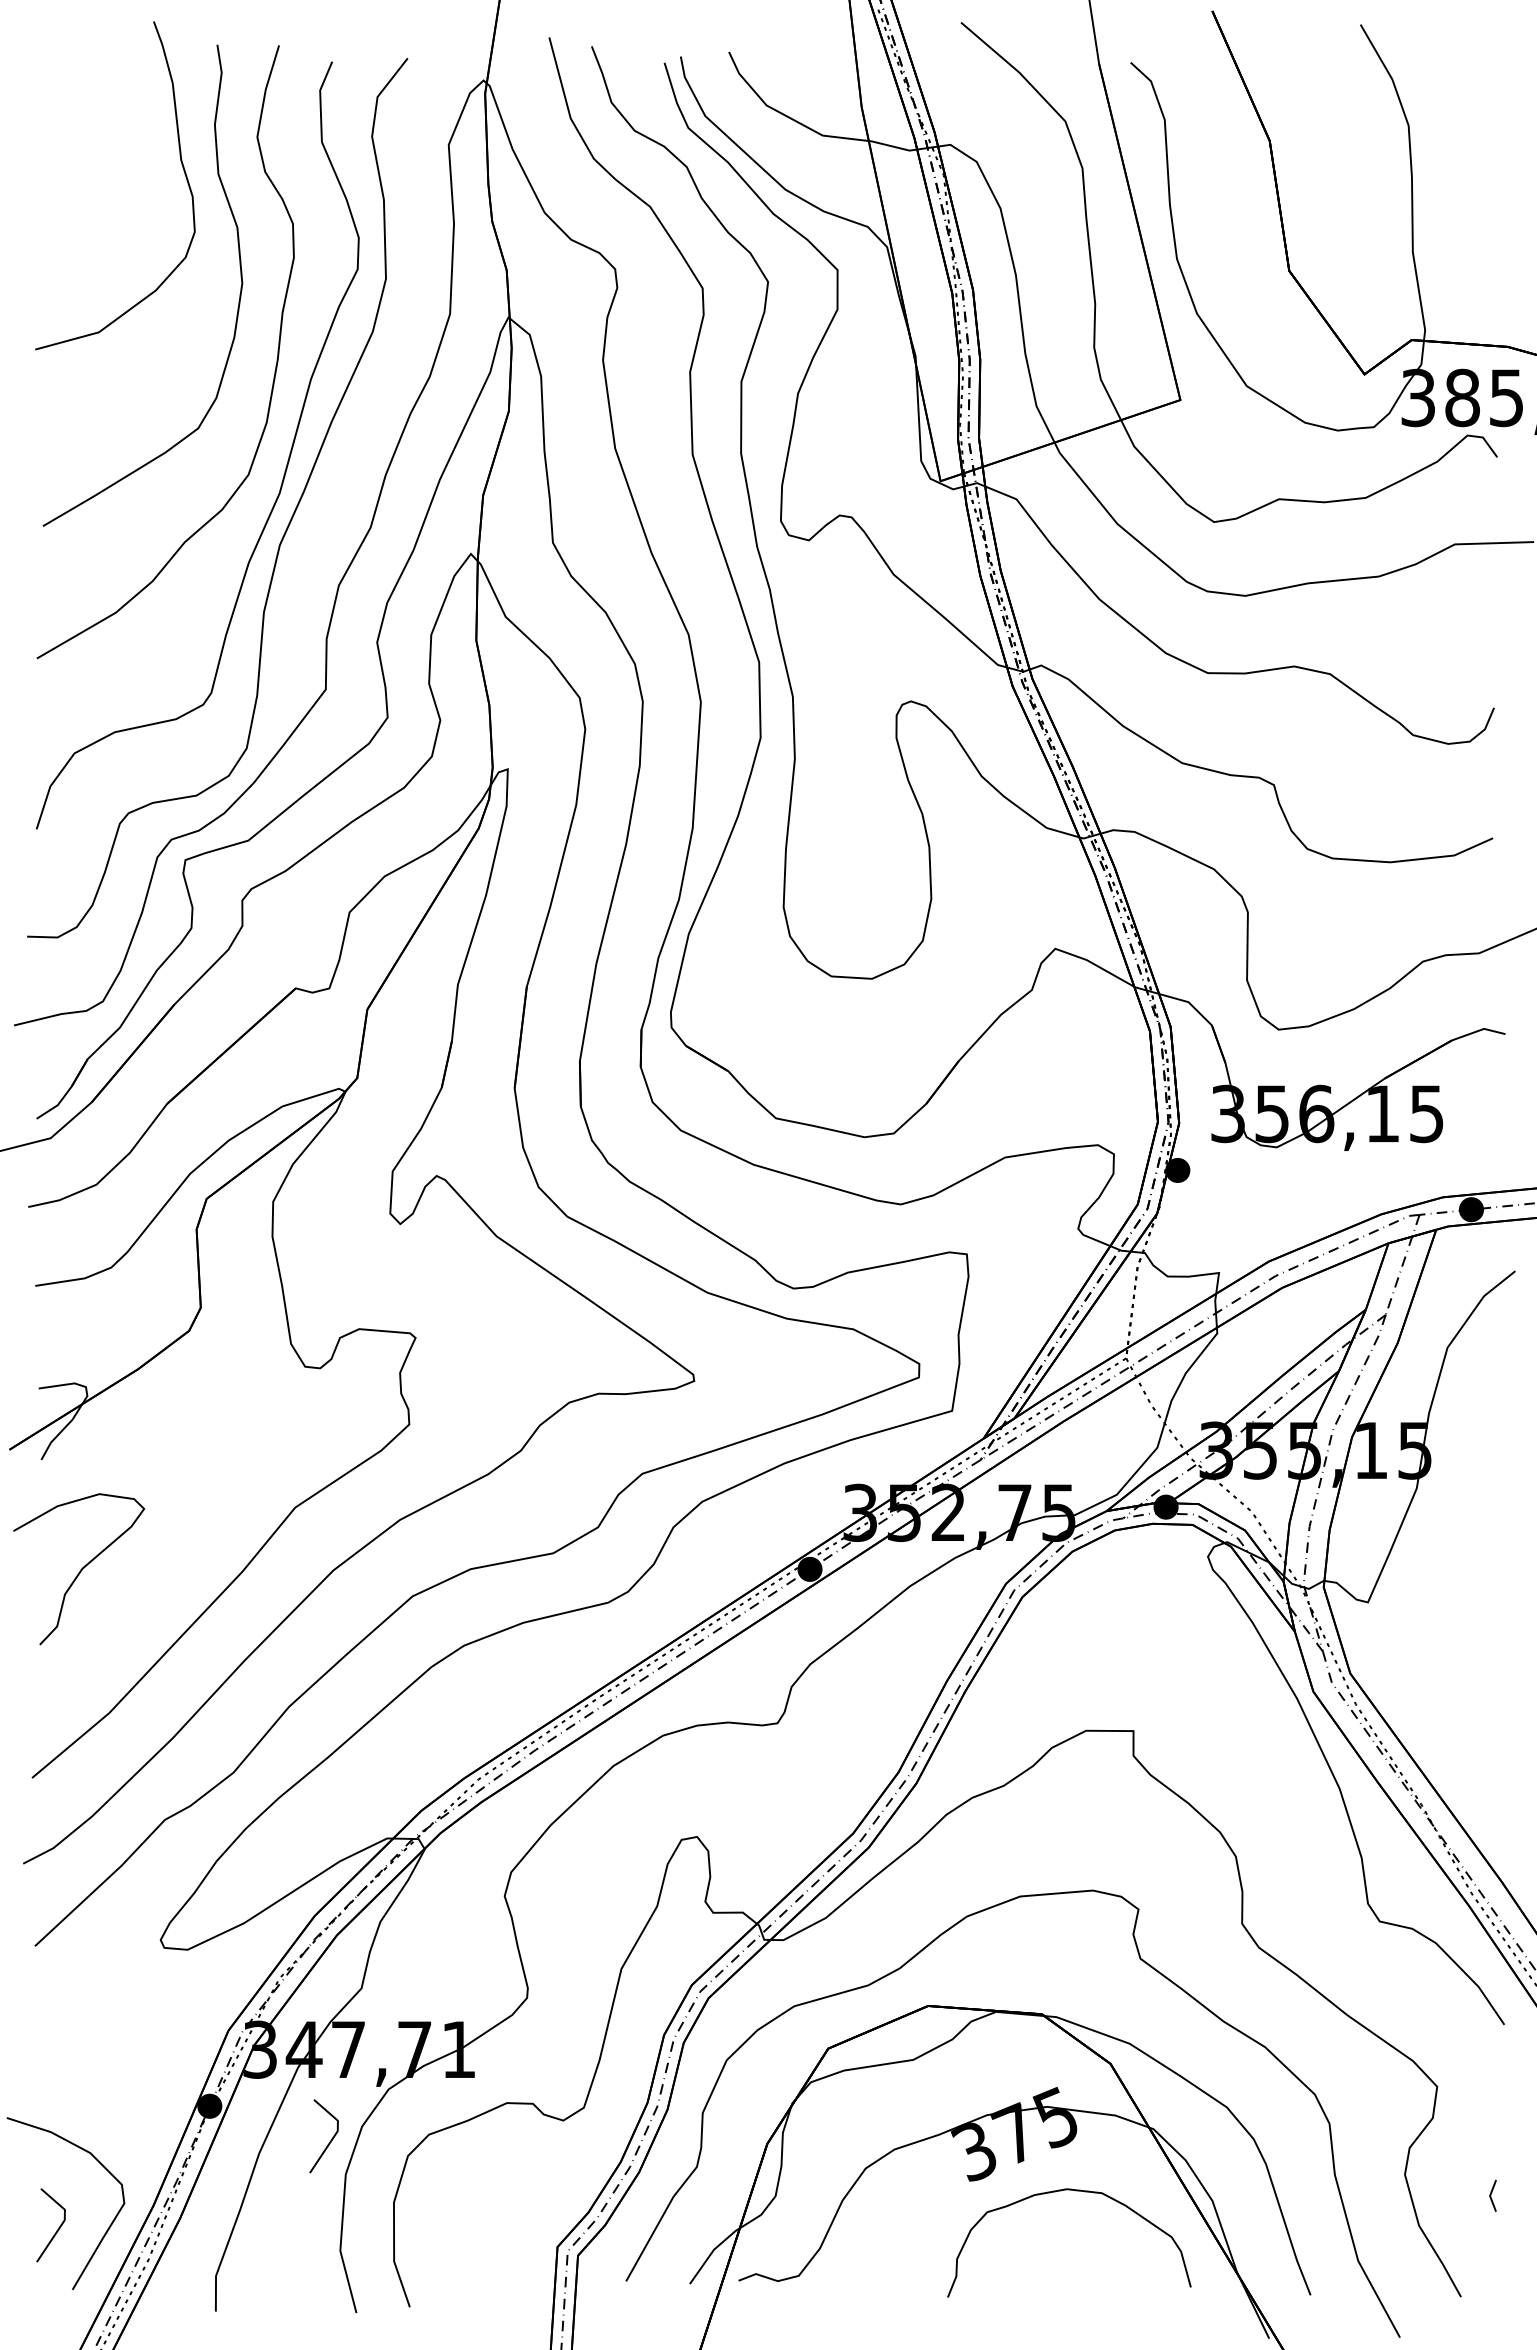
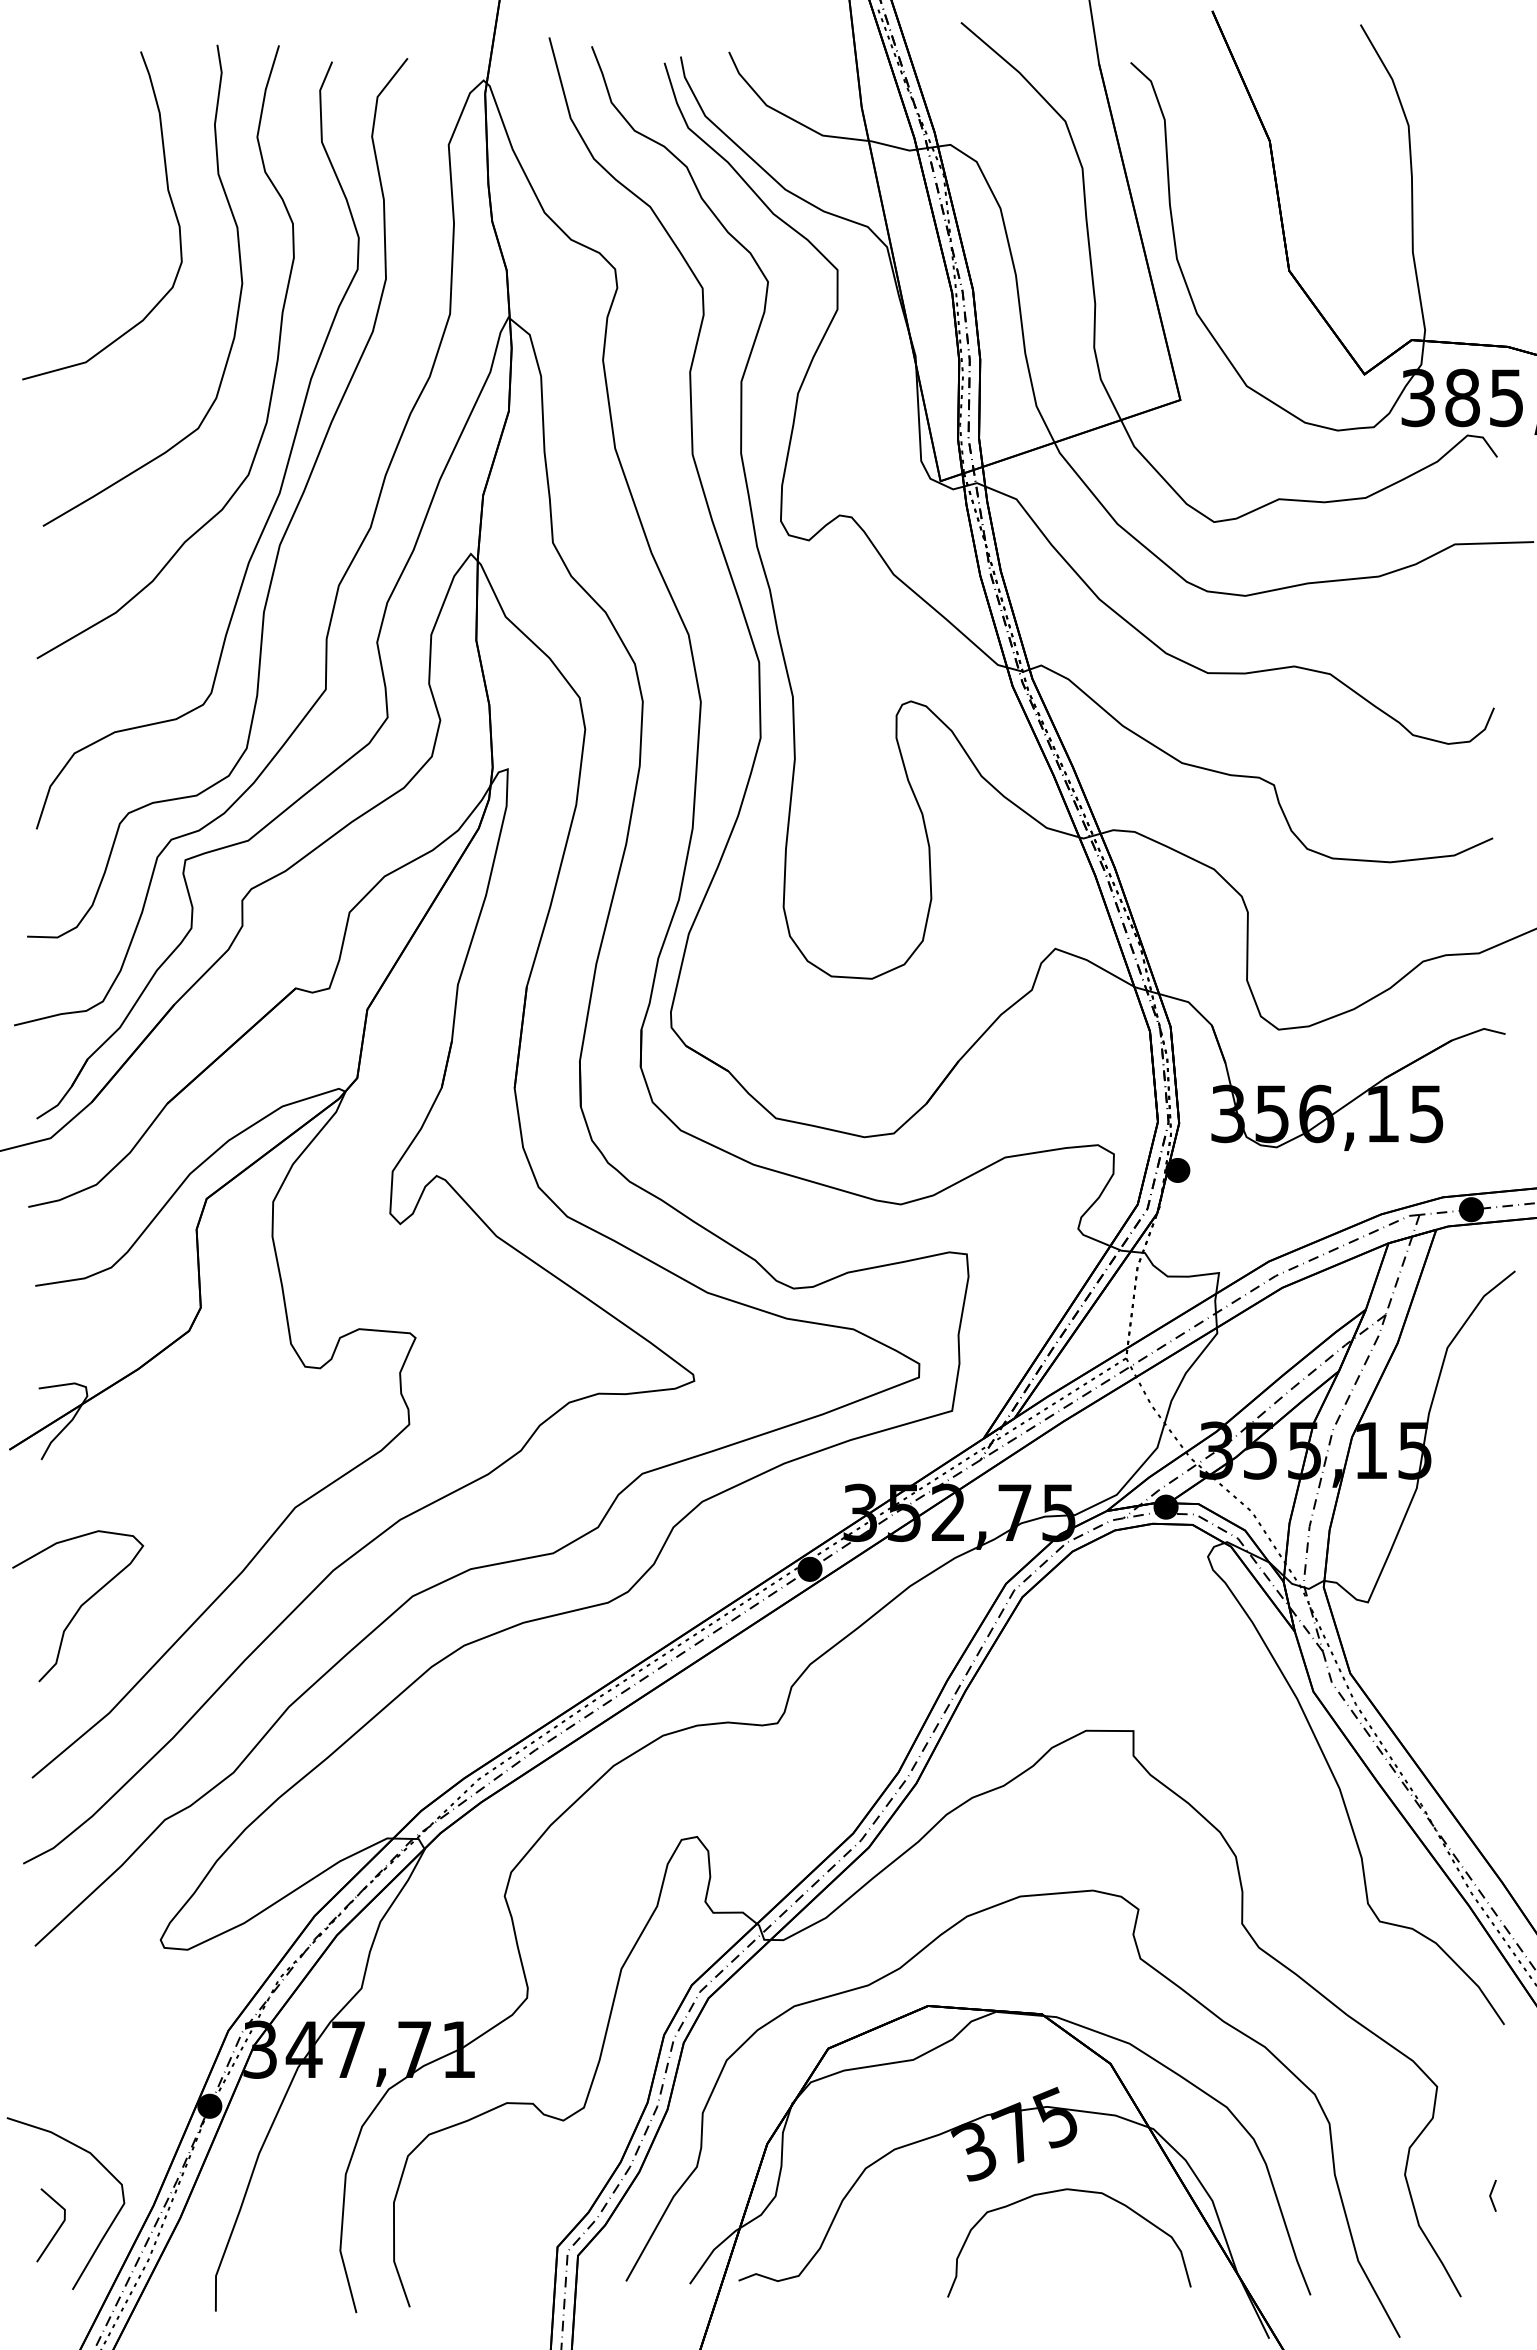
curve at (182, 168) position: (182, 168) -> (169, 198)
curve at (80, 1569) position: (80, 1569) -> (79, 1606)
line at (329, 2141): present -> none
